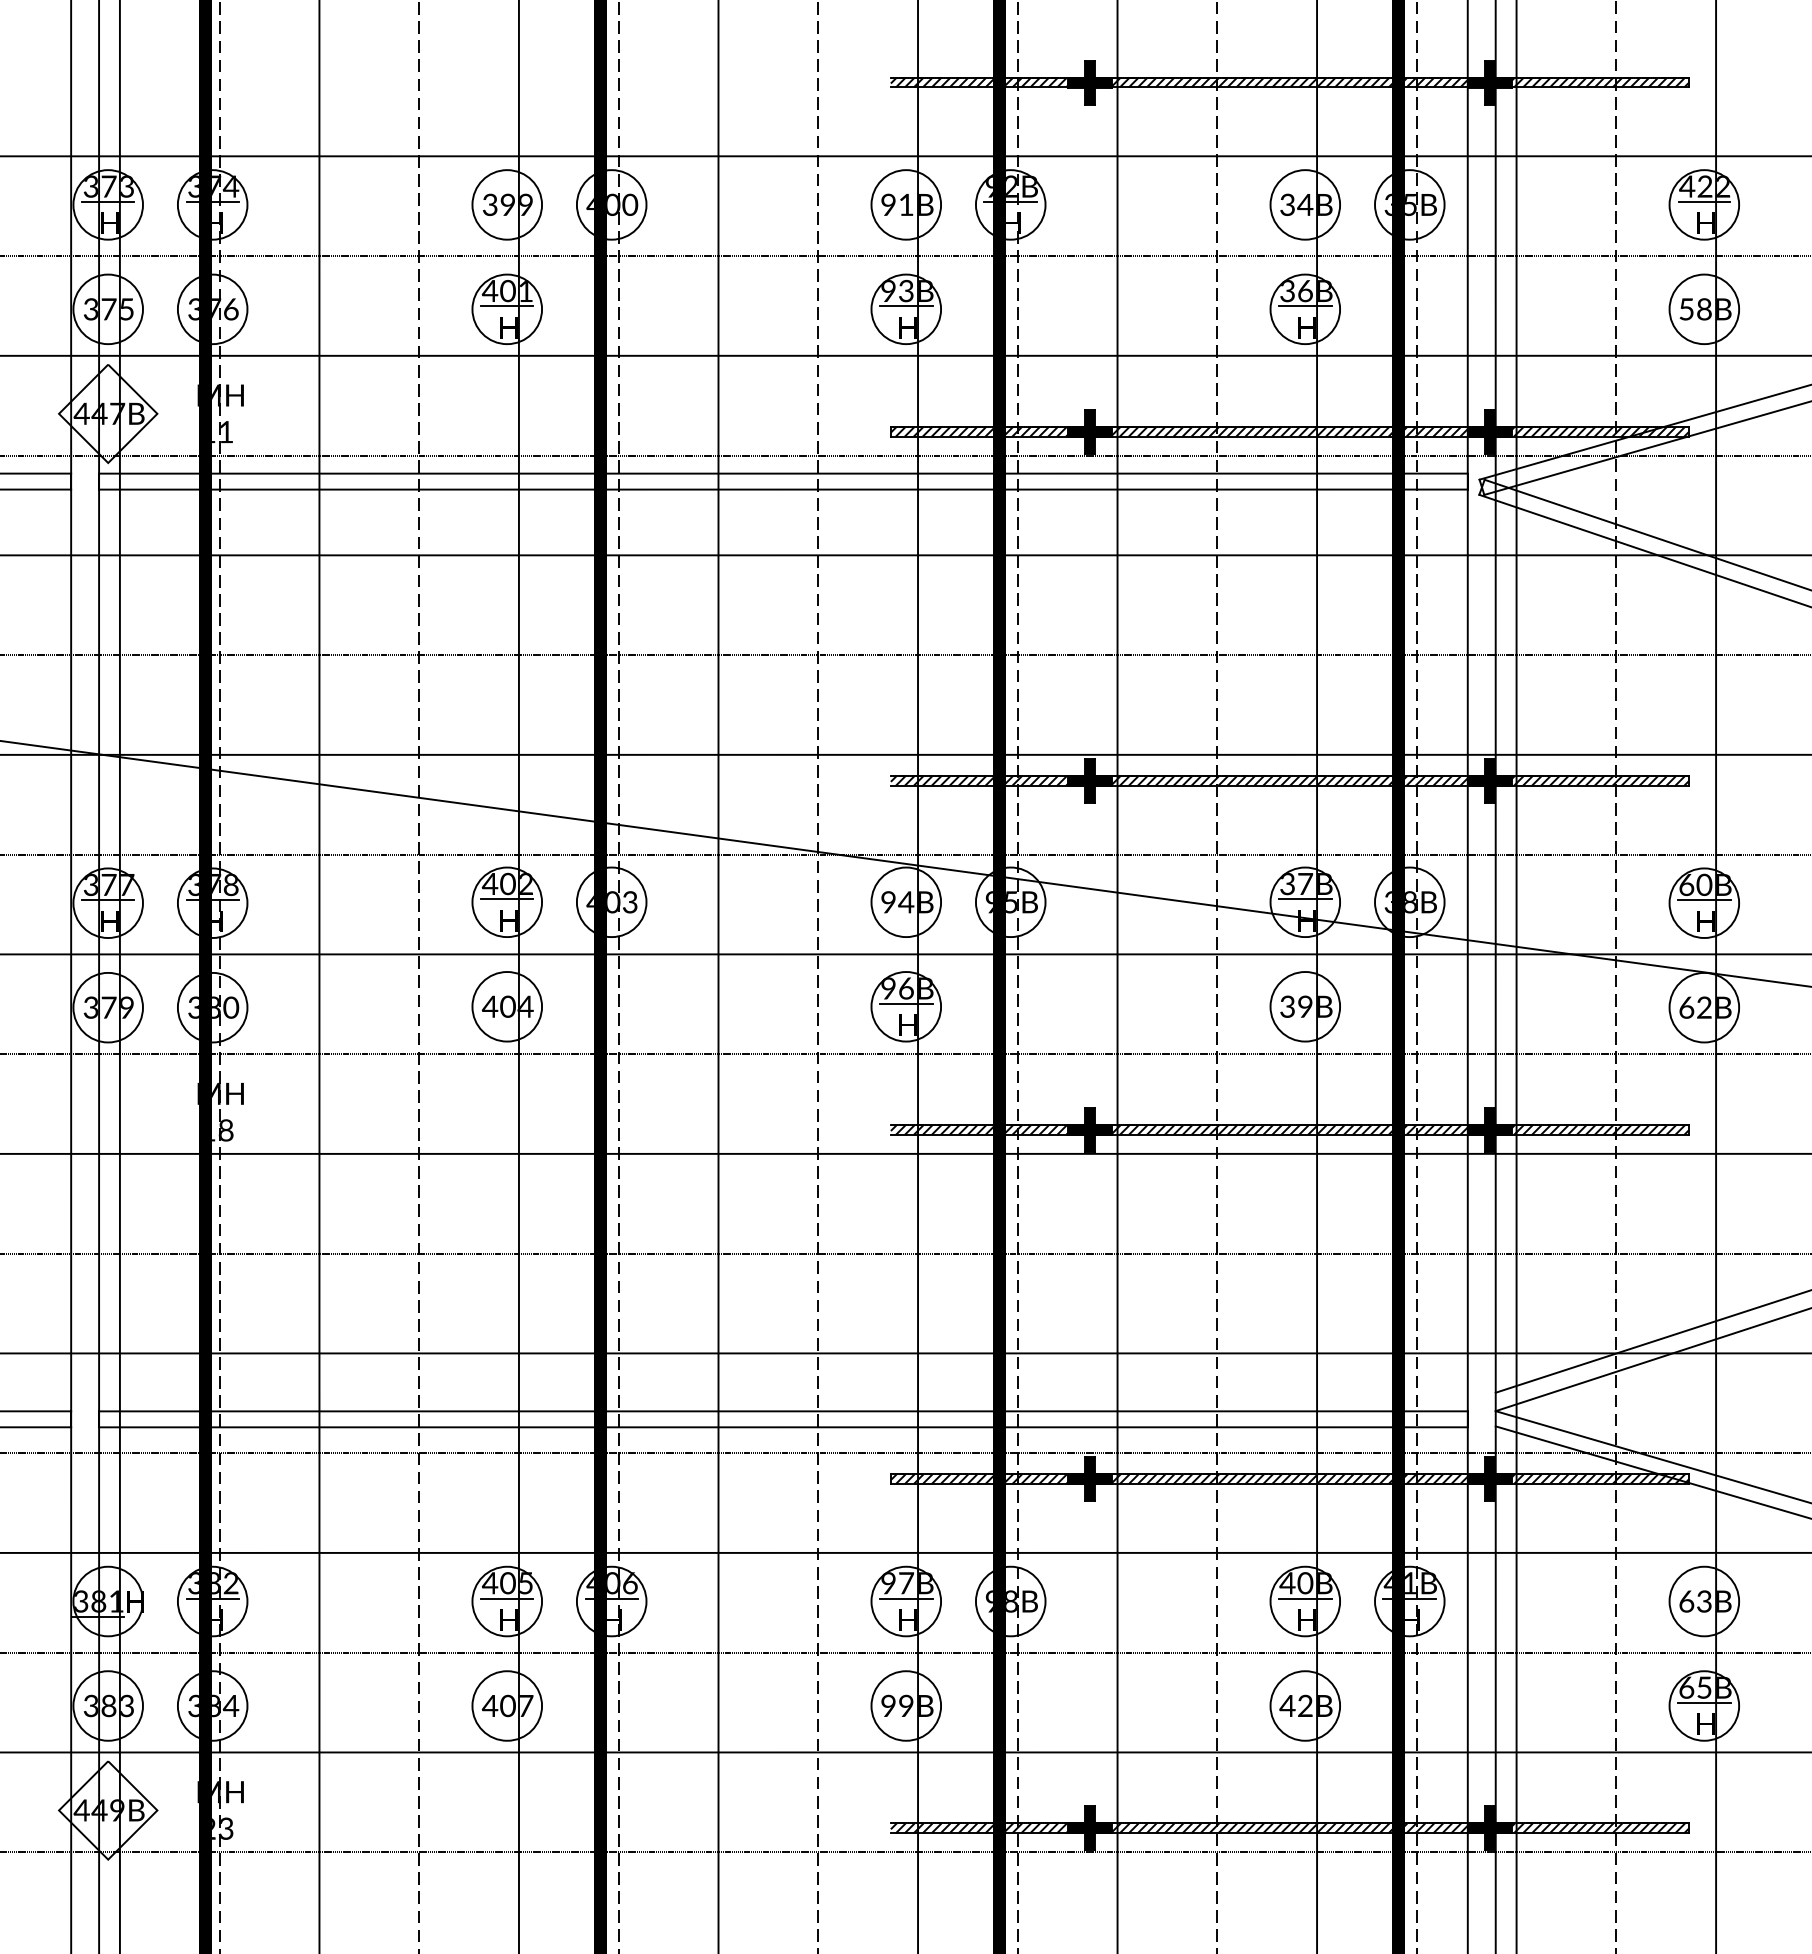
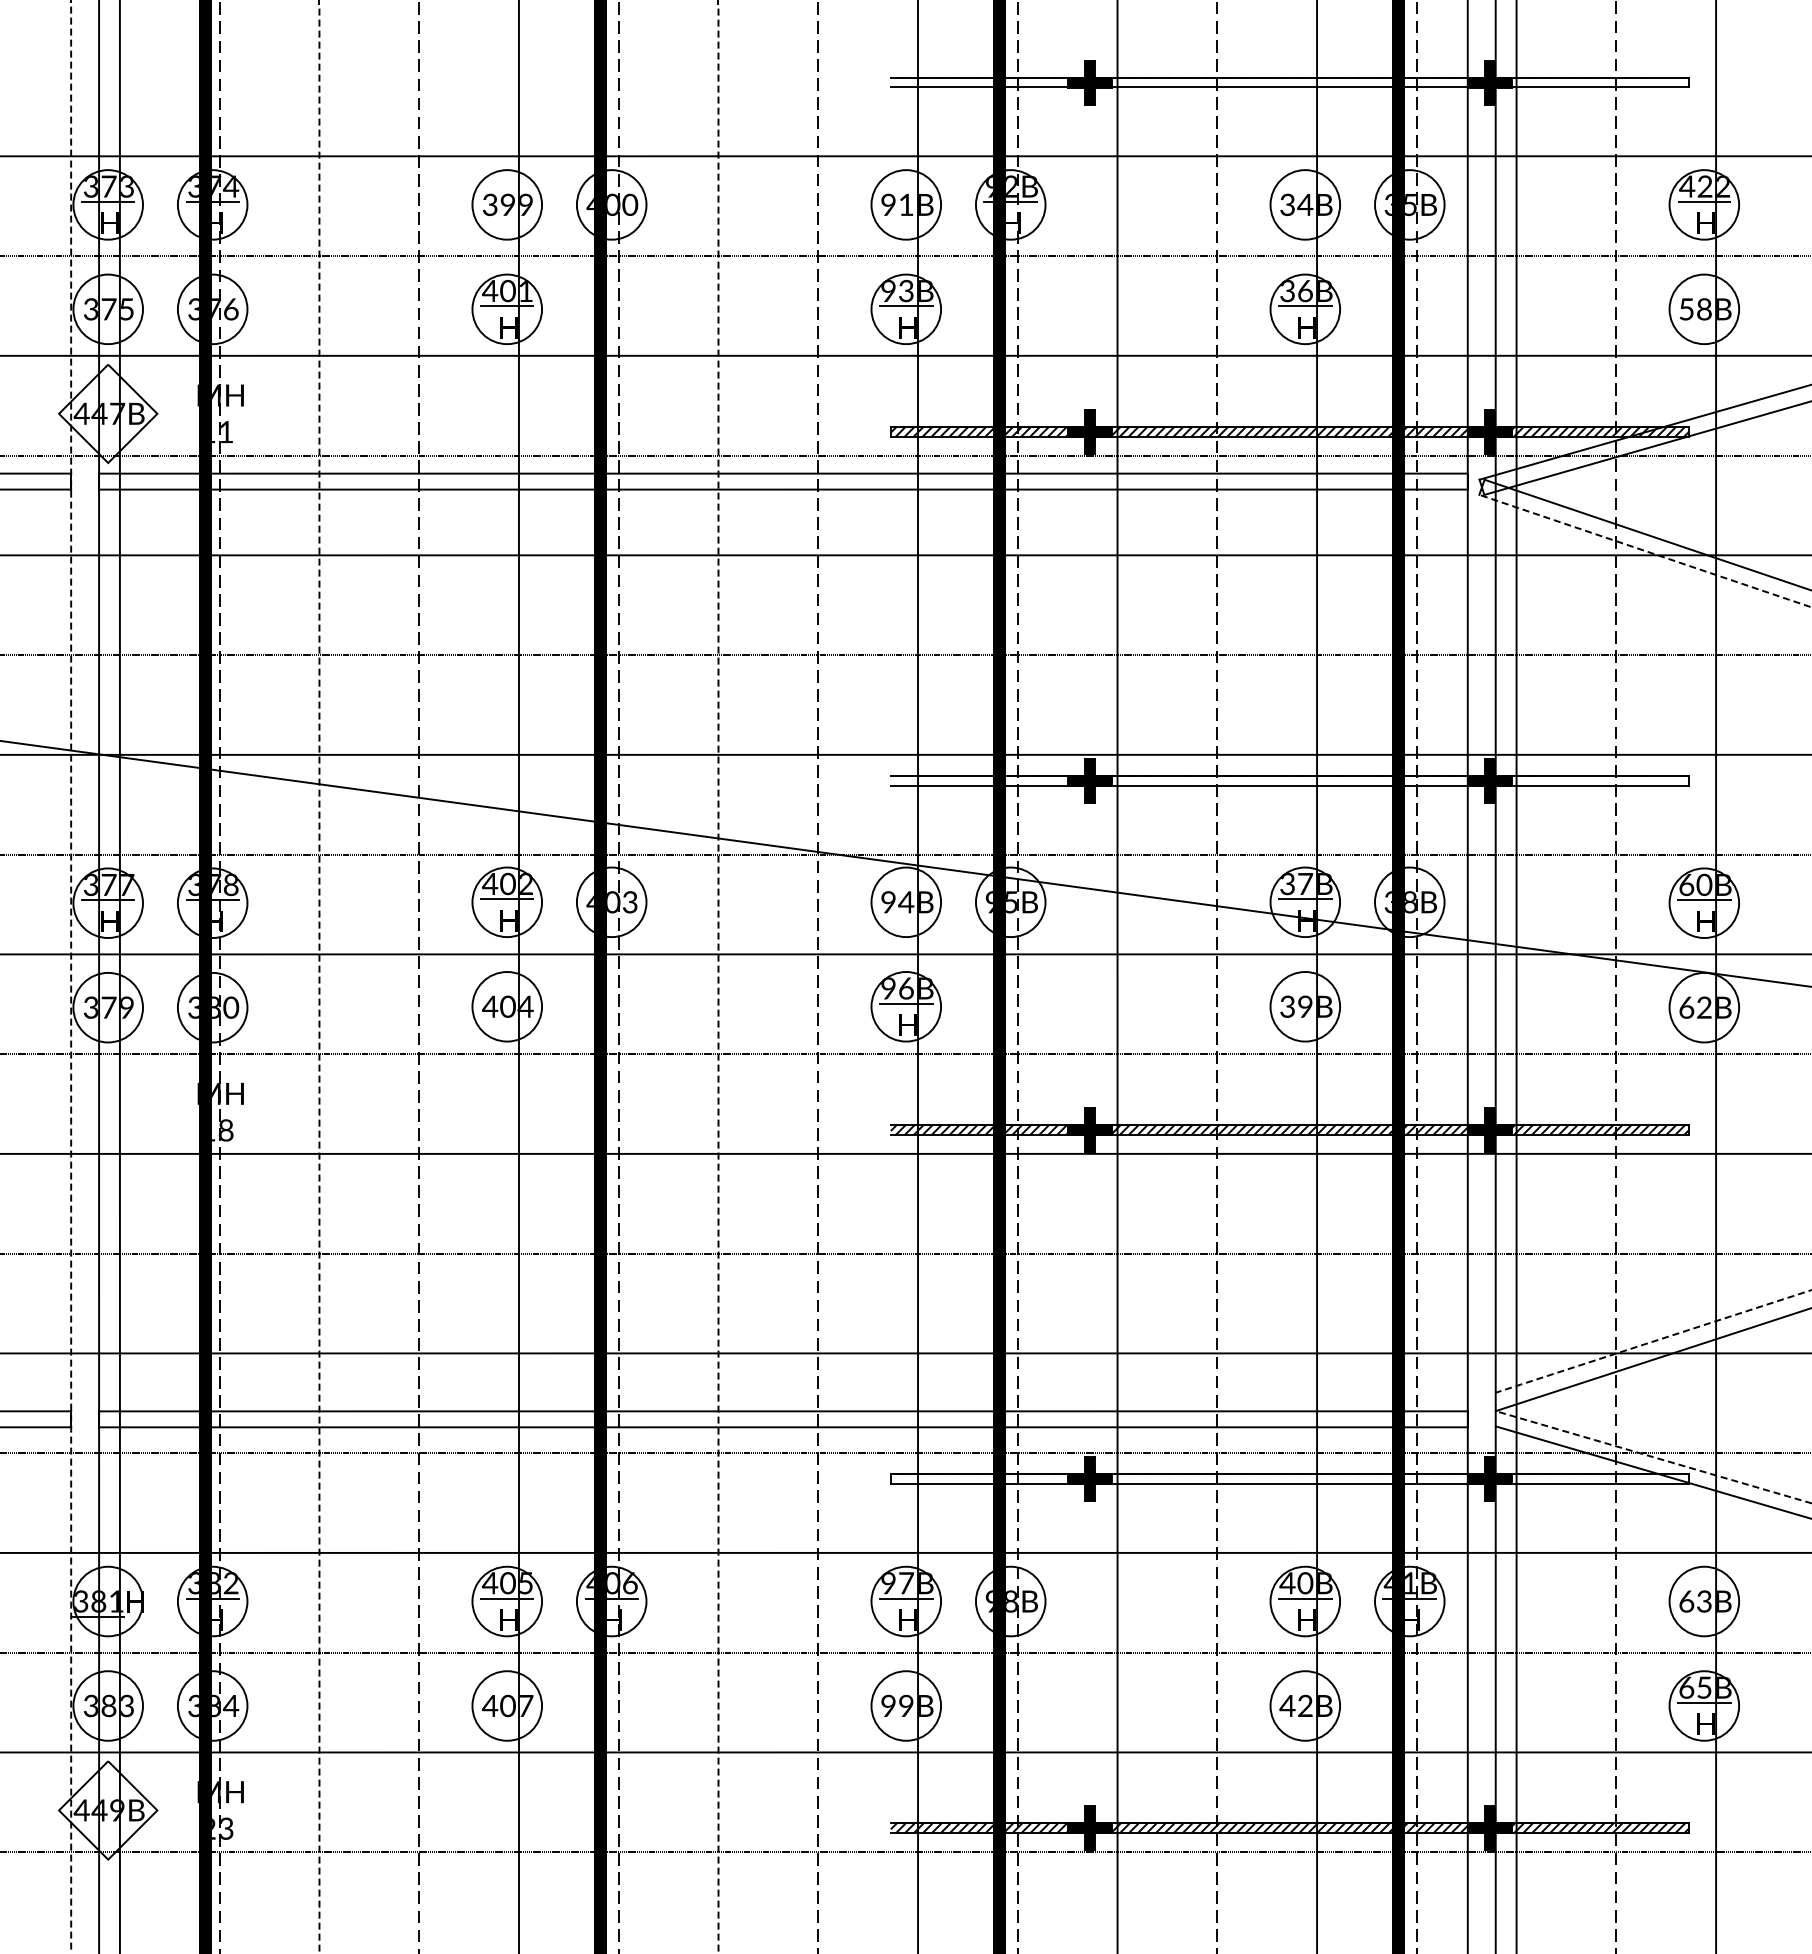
hatch at (1289, 82): present -> none
line at (1645, 550): solid -> dashed
hatch at (1289, 780): present -> none
line at (71, 976): solid -> dashed
line at (319, 976): solid -> dashed
line at (718, 976): solid -> dashed
line at (1653, 1341): solid -> dashed
line at (1653, 1457): solid -> dashed
hatch at (1289, 1479): present -> none
